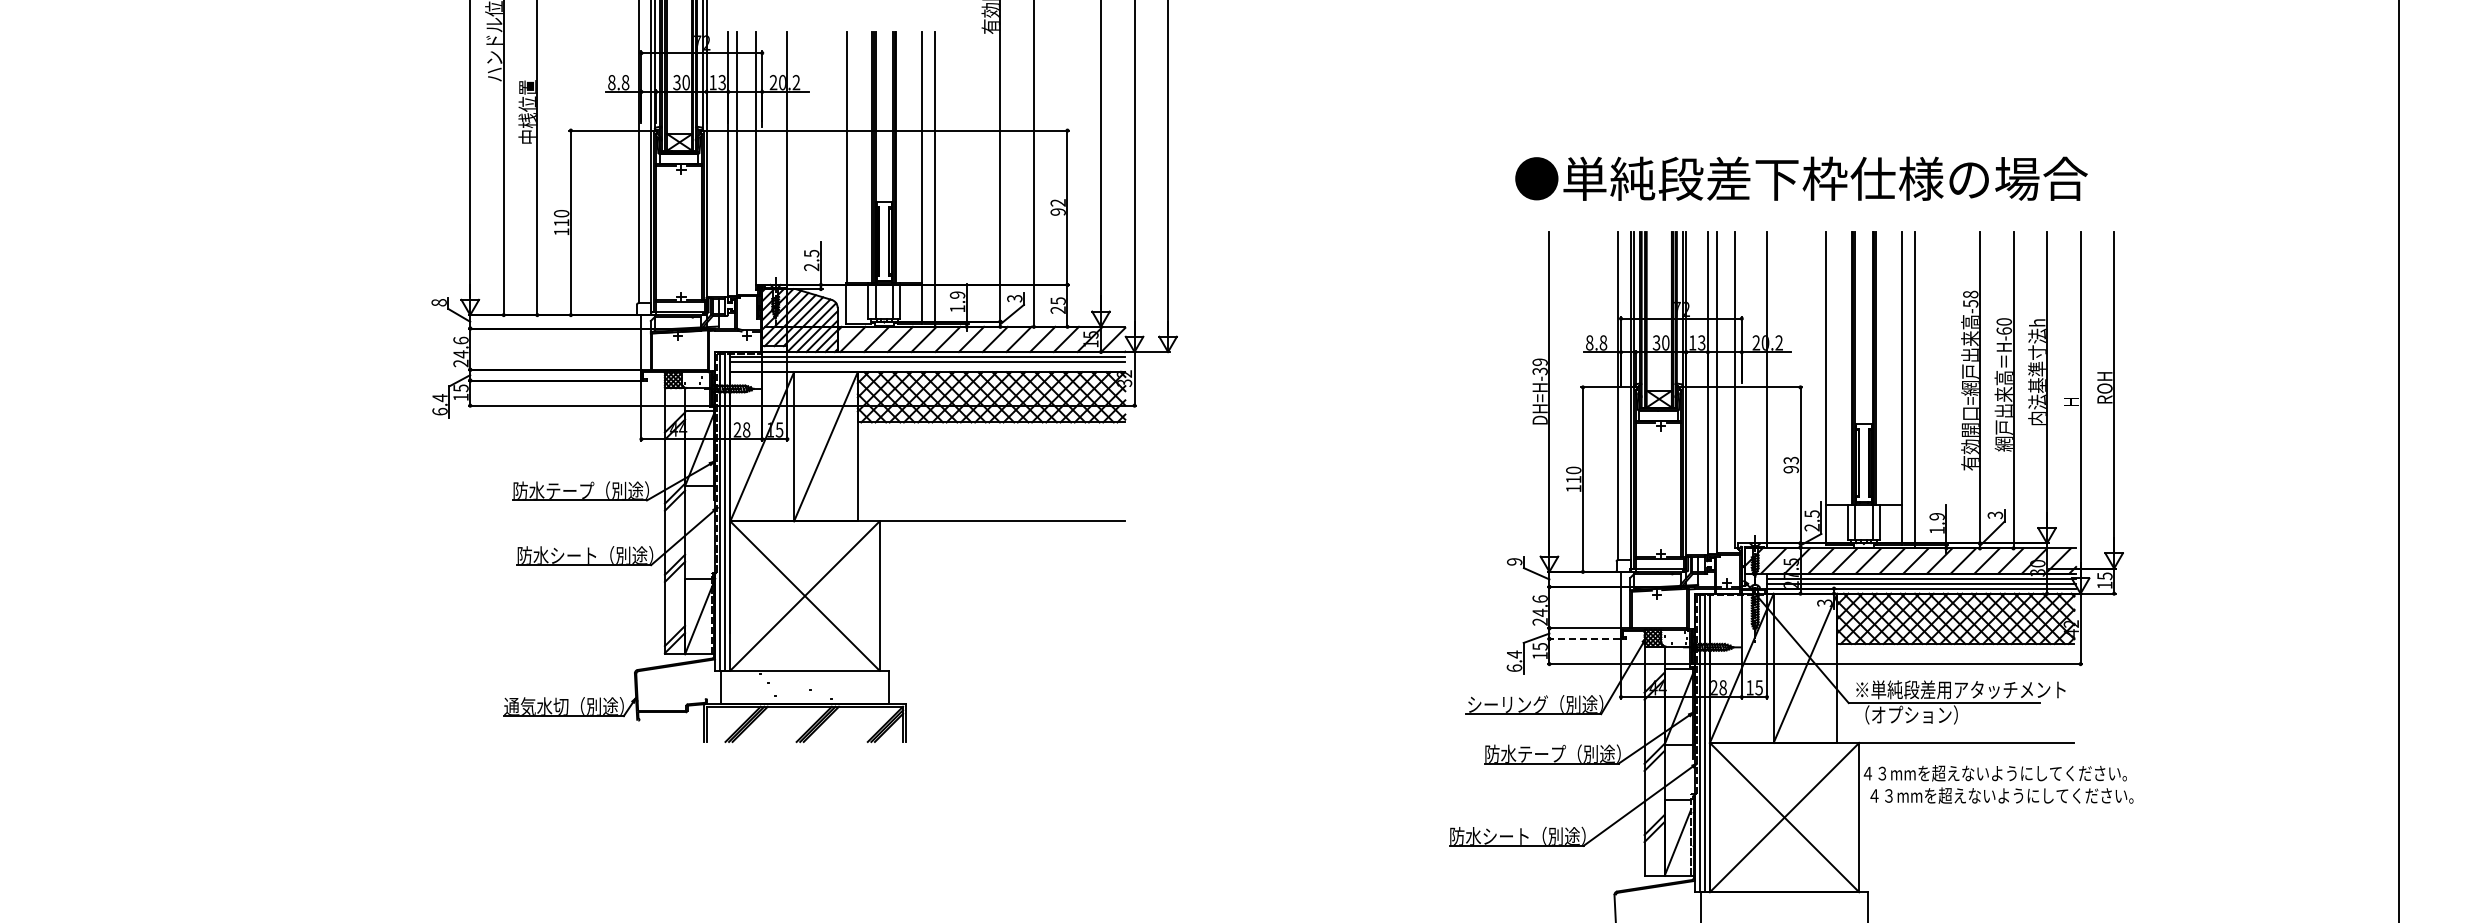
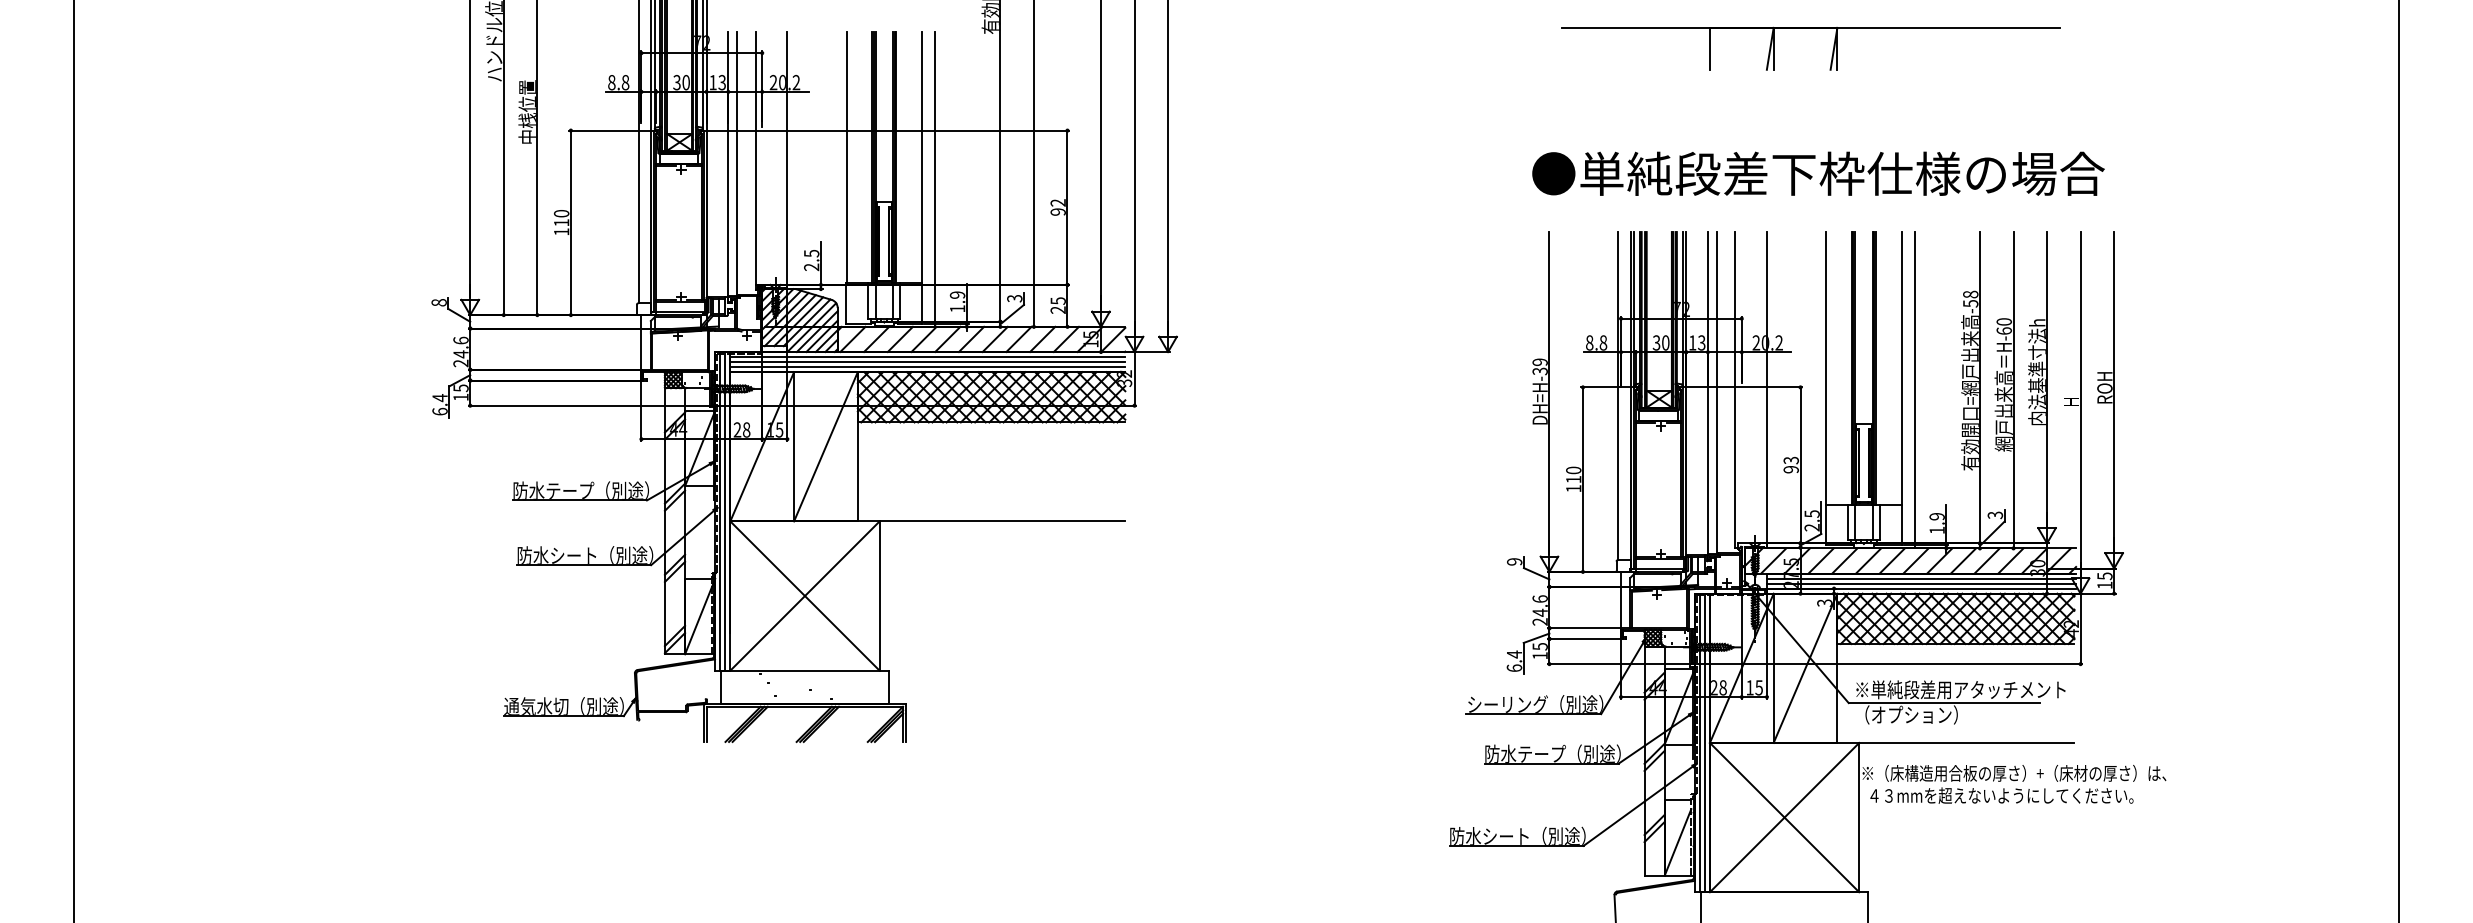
part at (1810, 28): none -> present
text at (1801, 178) position: (1801, 178) -> (1818, 173)
line at (927, 367): none -> present
line at (74, 460): none -> present
line at (1583, 638): dashed -> solid
text at (2014, 772): ４３mmを超えないようにしてください。 -> ※（床構造用合板の厚さ）+（床材の厚さ）は、
